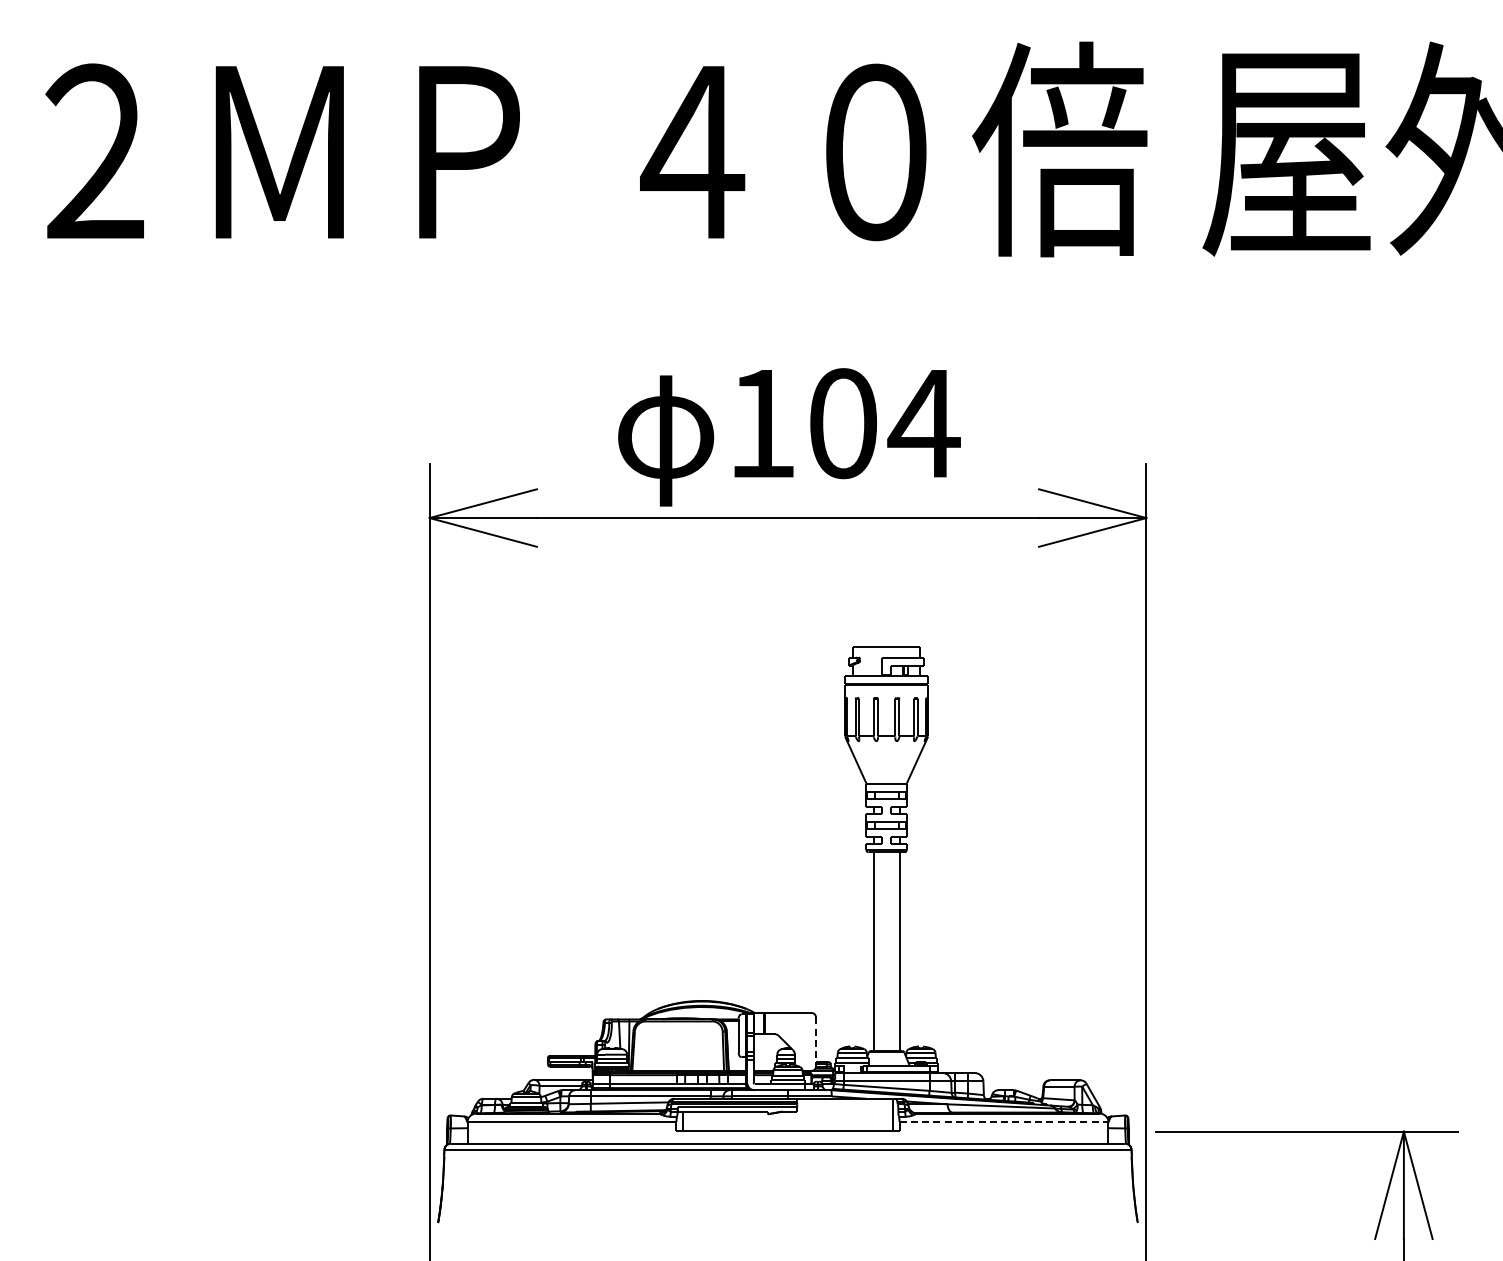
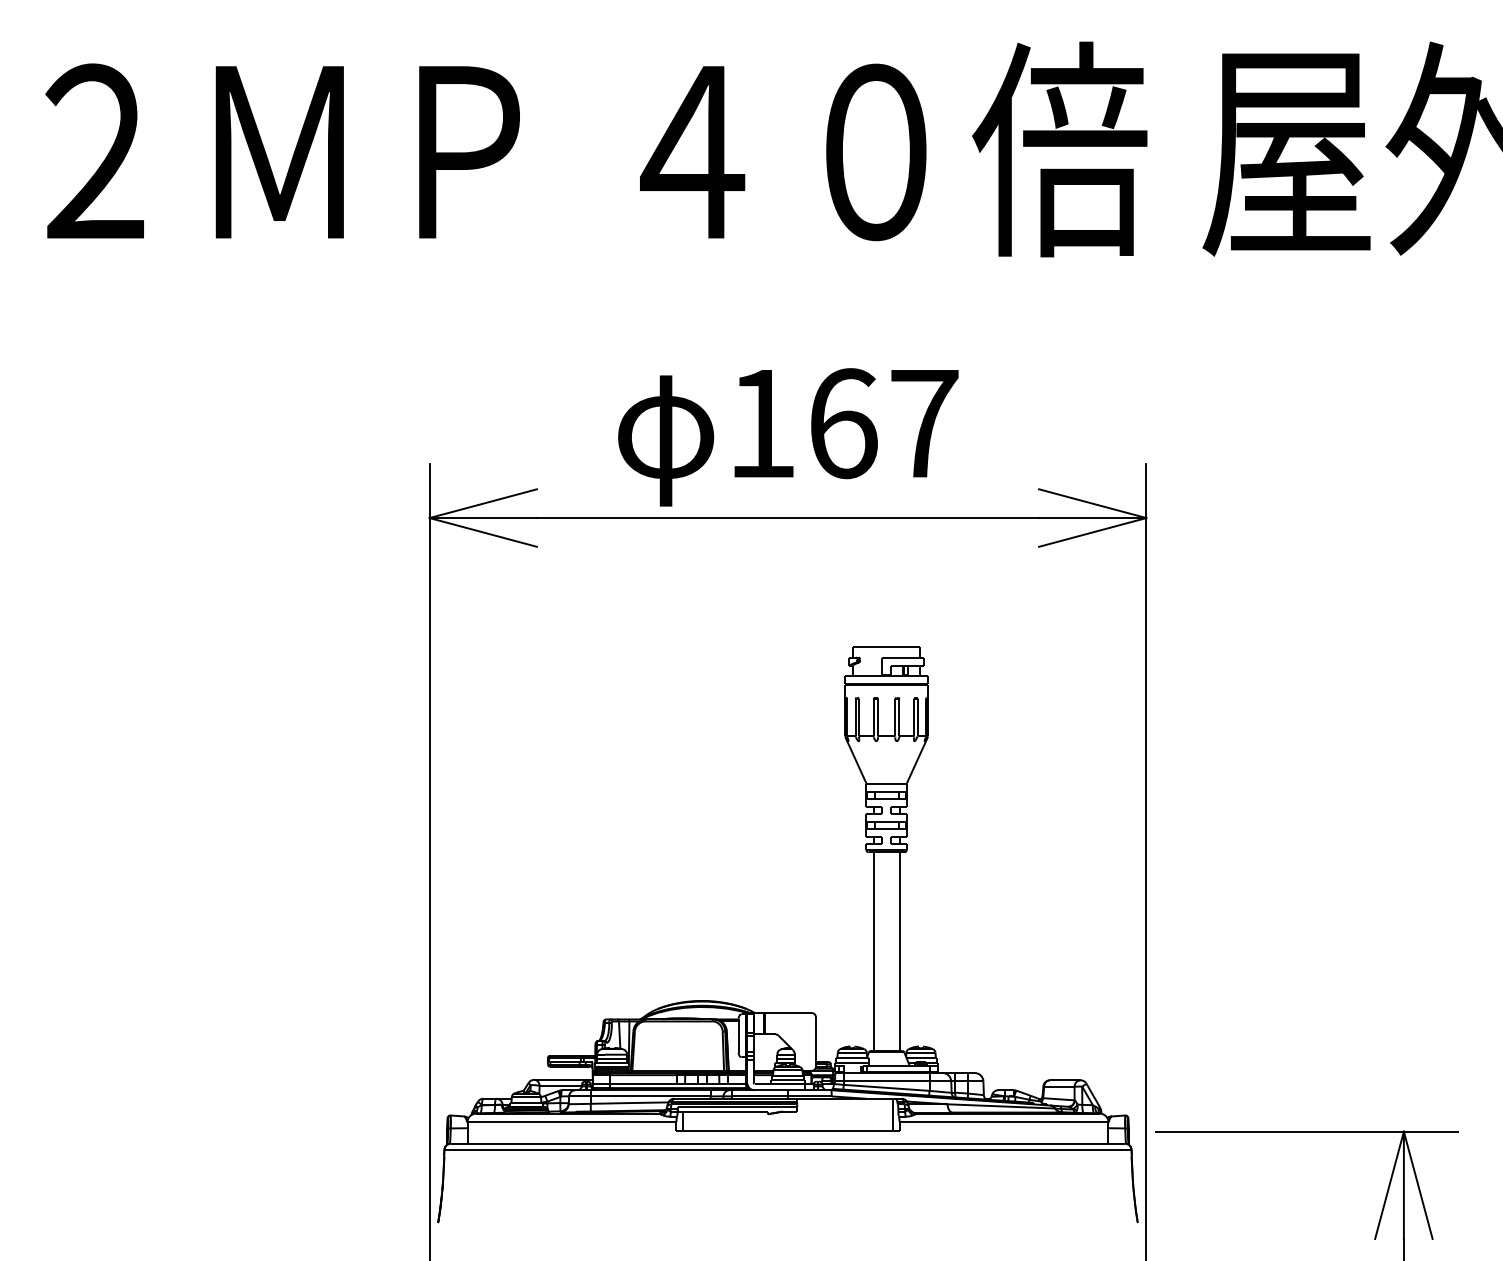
text at (885, 423): 104 -> 167
line at (815, 1041): dashed -> solid
line at (1004, 1122): dashed -> solid
